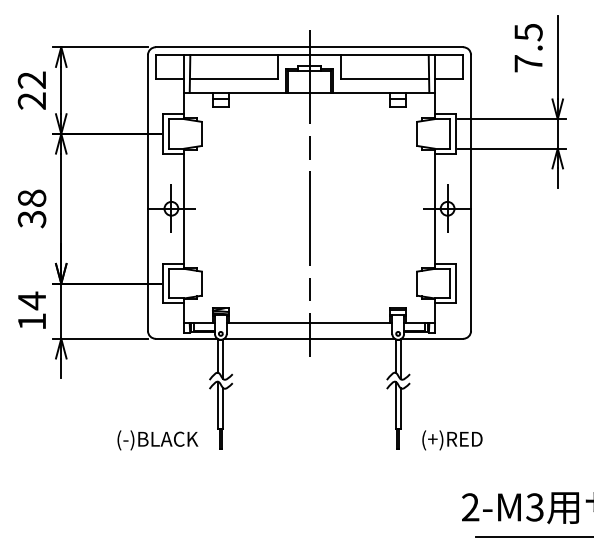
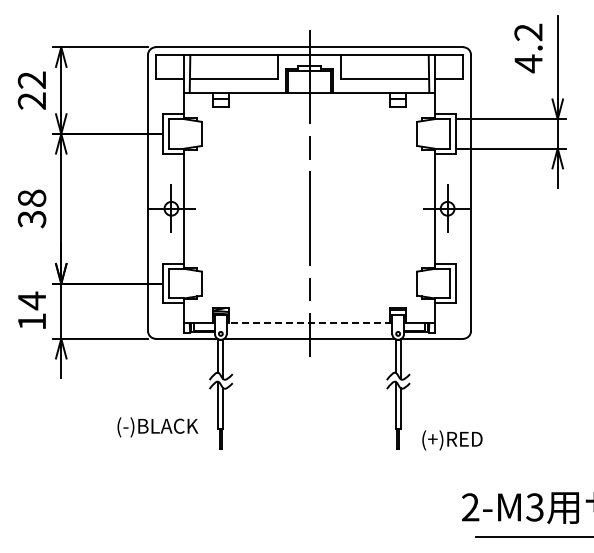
text at (528, 48): 7.5 -> 4.2
line at (309, 323): solid -> dashed
text at (157, 440) position: (157, 440) -> (157, 427)
